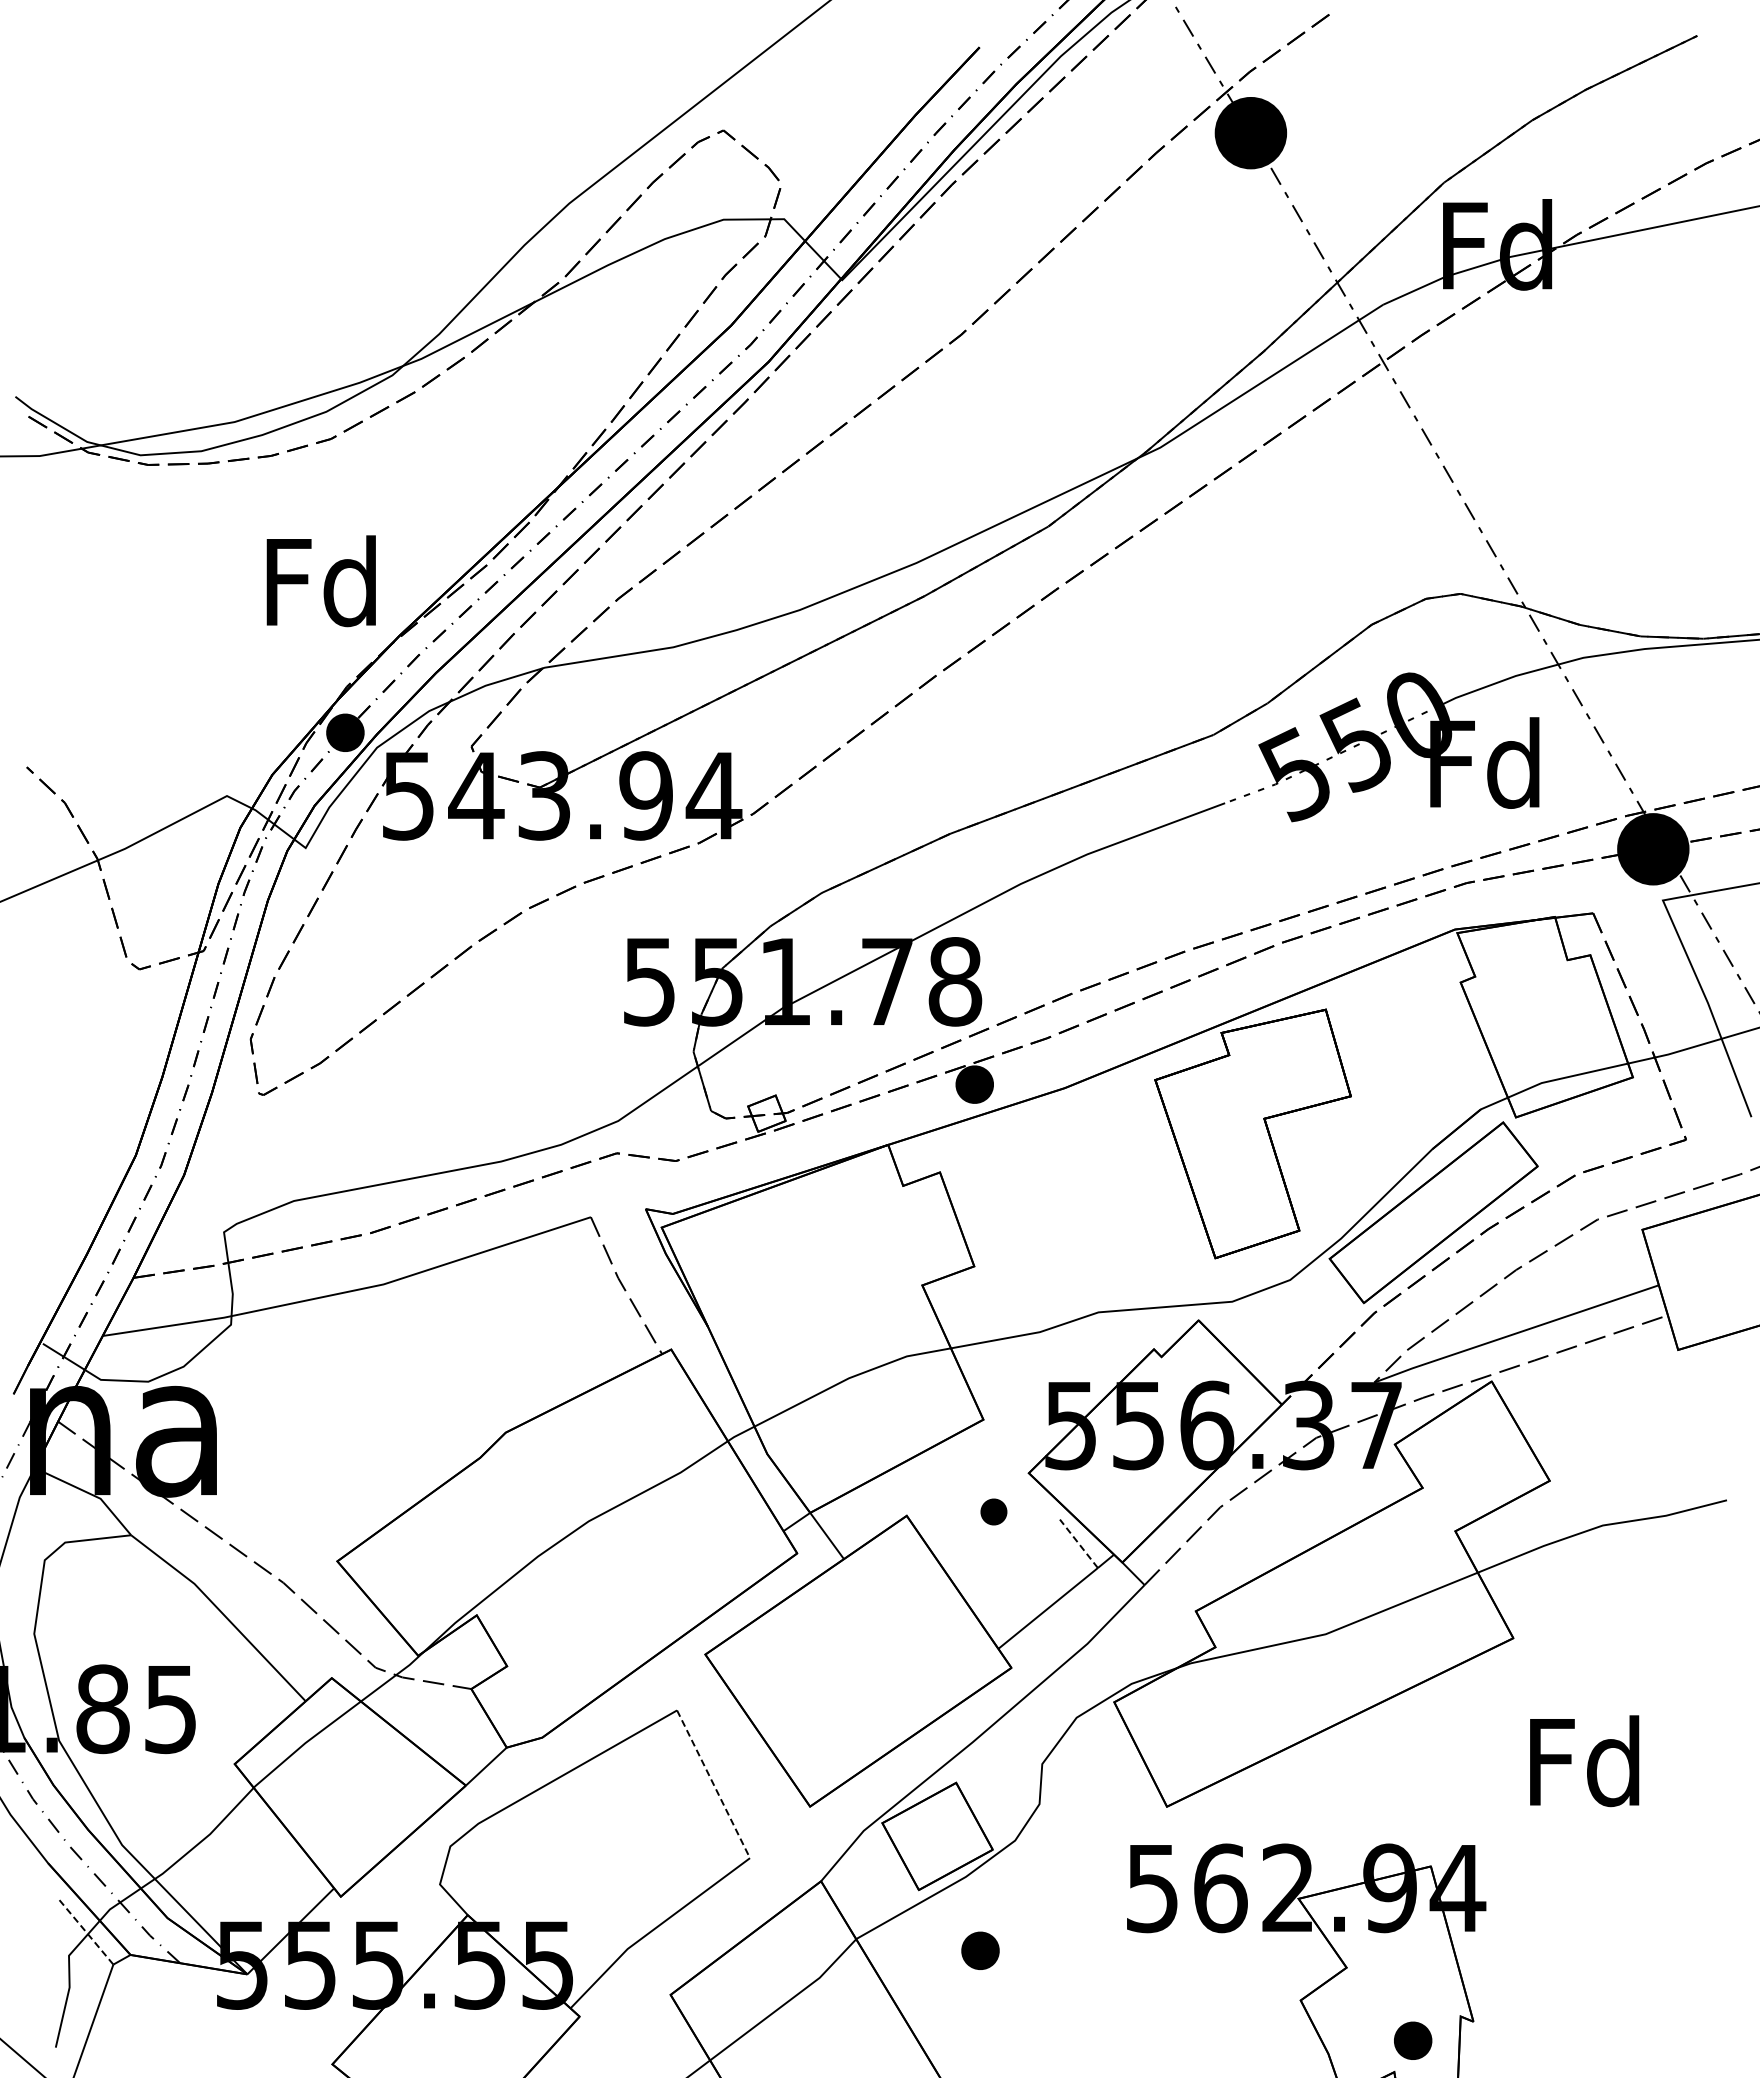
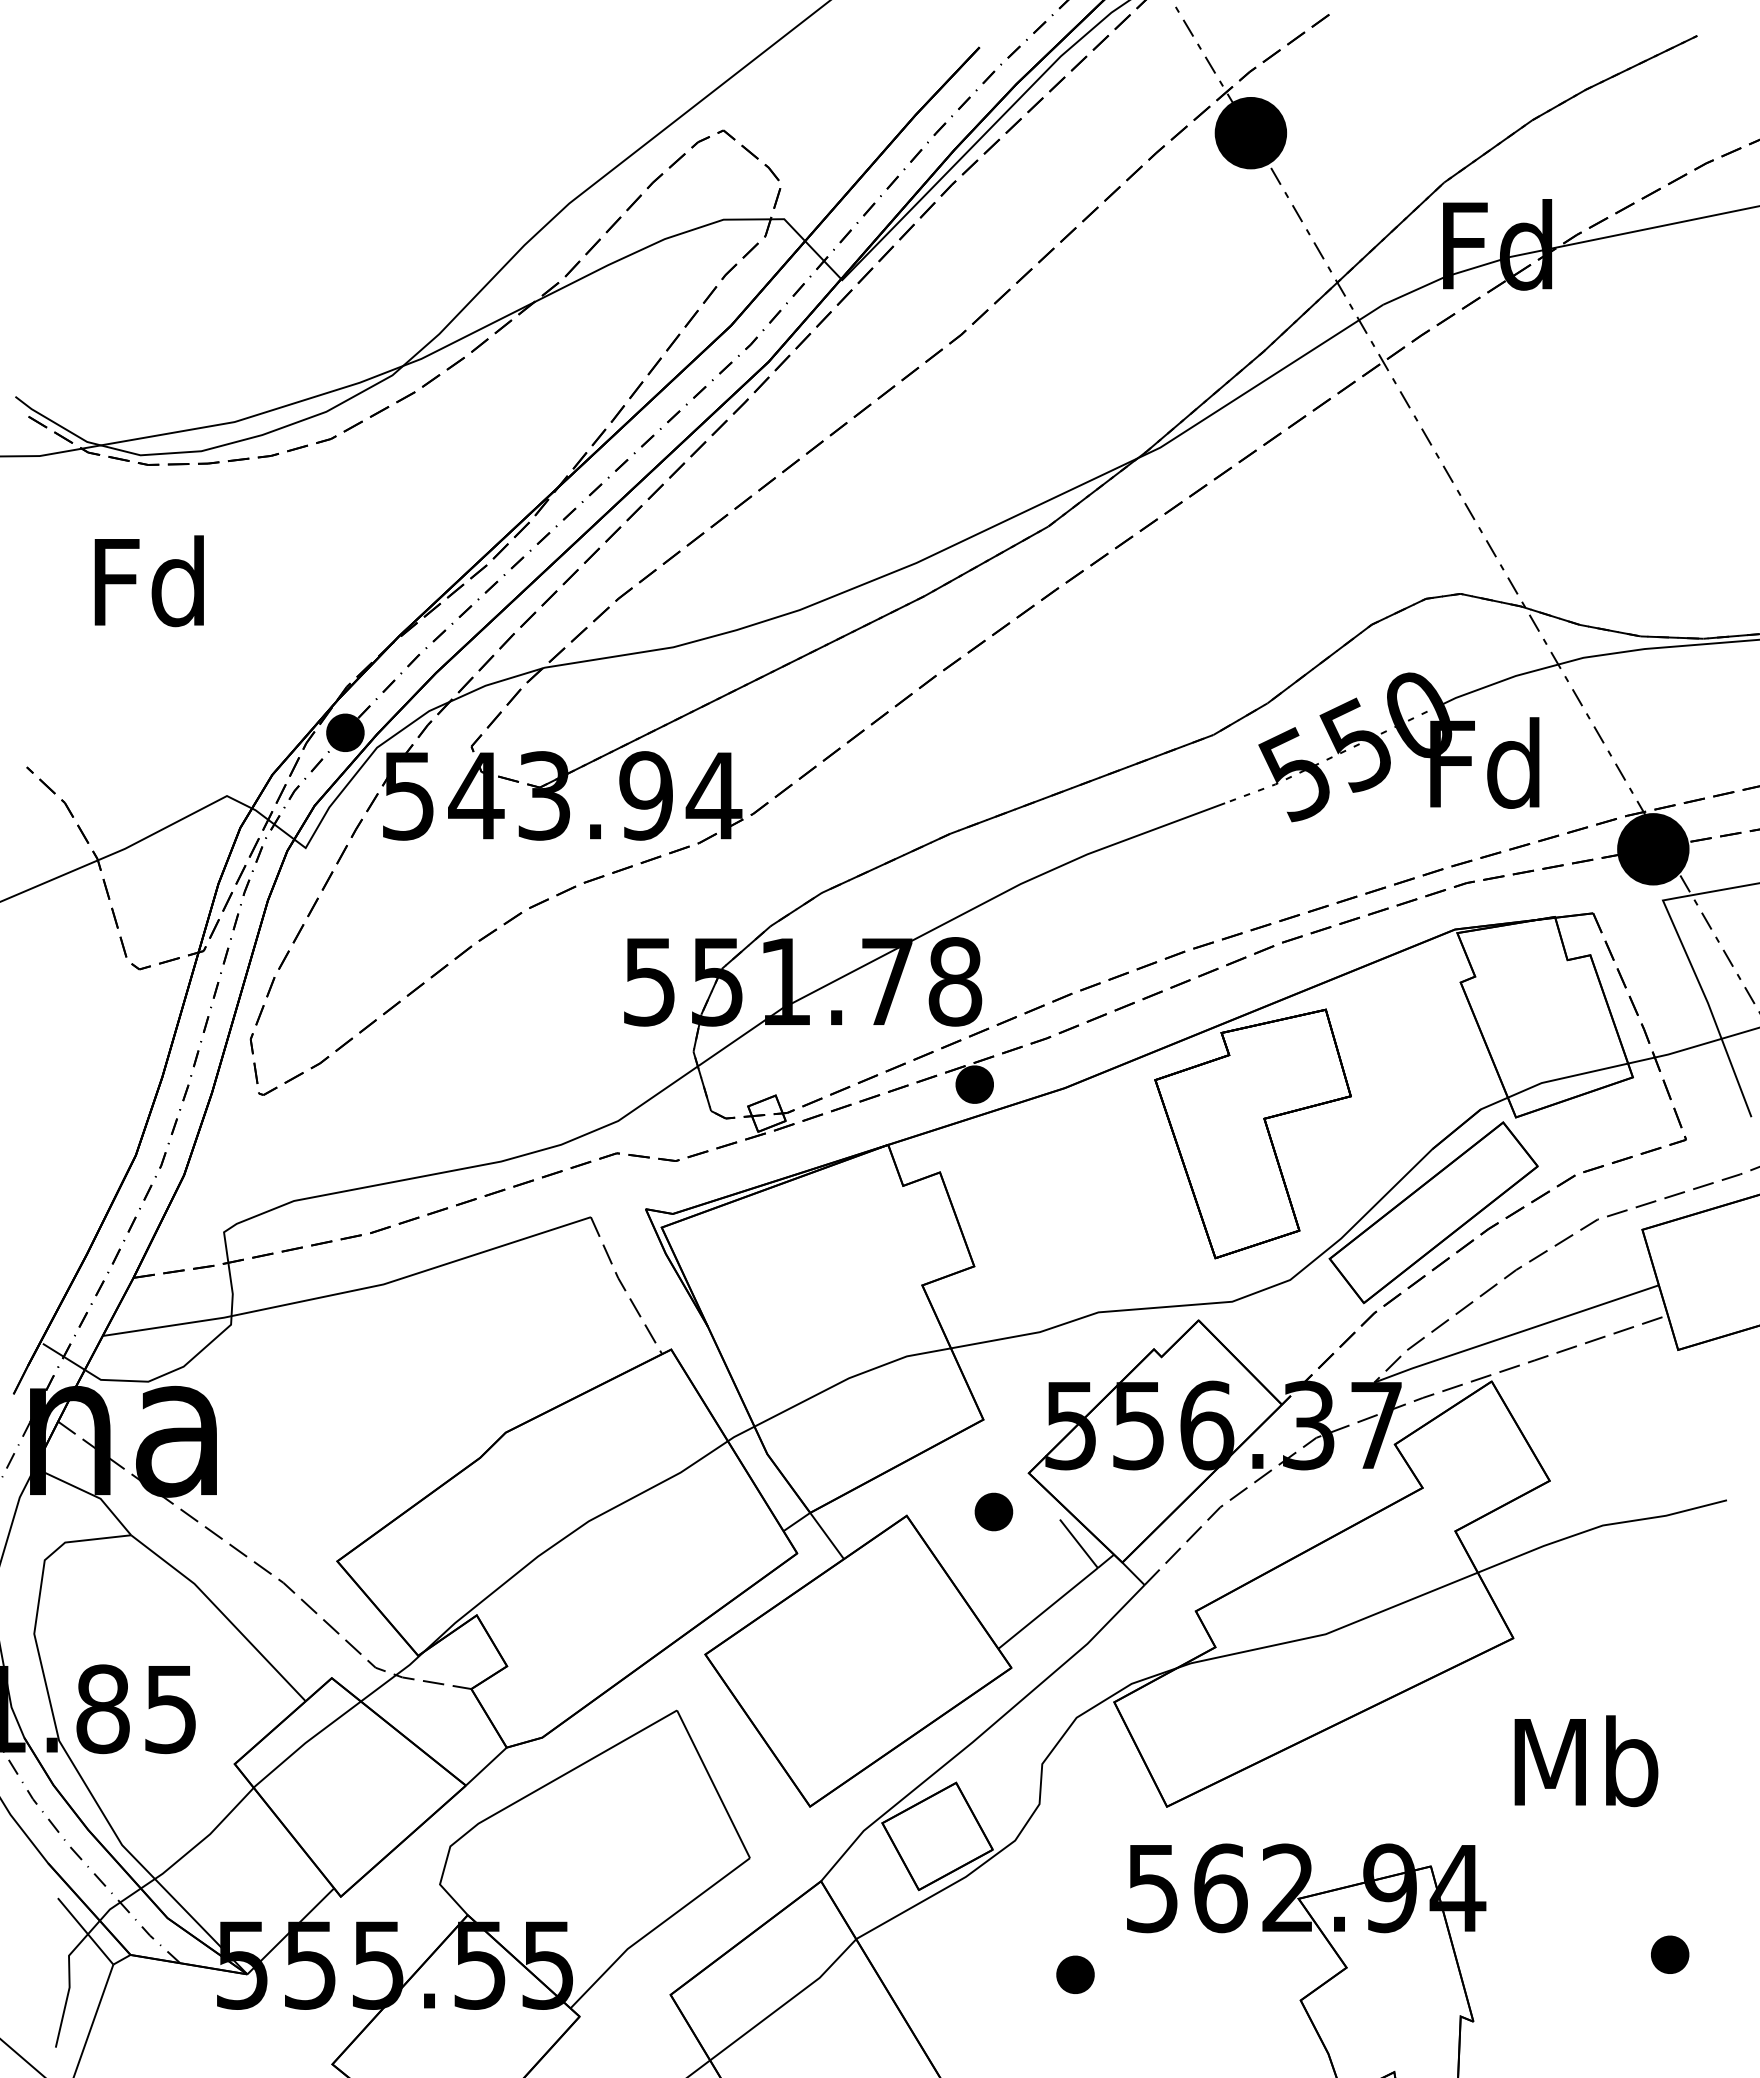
text at (320, 581) position: (320, 581) -> (148, 581)
part at (993, 1511) size: 28x28 px -> 40x40 px
line at (1078, 1543): dashed -> solid
text at (1586, 1761): Fd -> Mb
line at (713, 1784): dashed -> solid
line at (85, 1931): dashed -> solid
part at (980, 1950) position: (980, 1950) -> (1075, 1974)
part at (1413, 2040) position: (1413, 2040) -> (1670, 1954)
